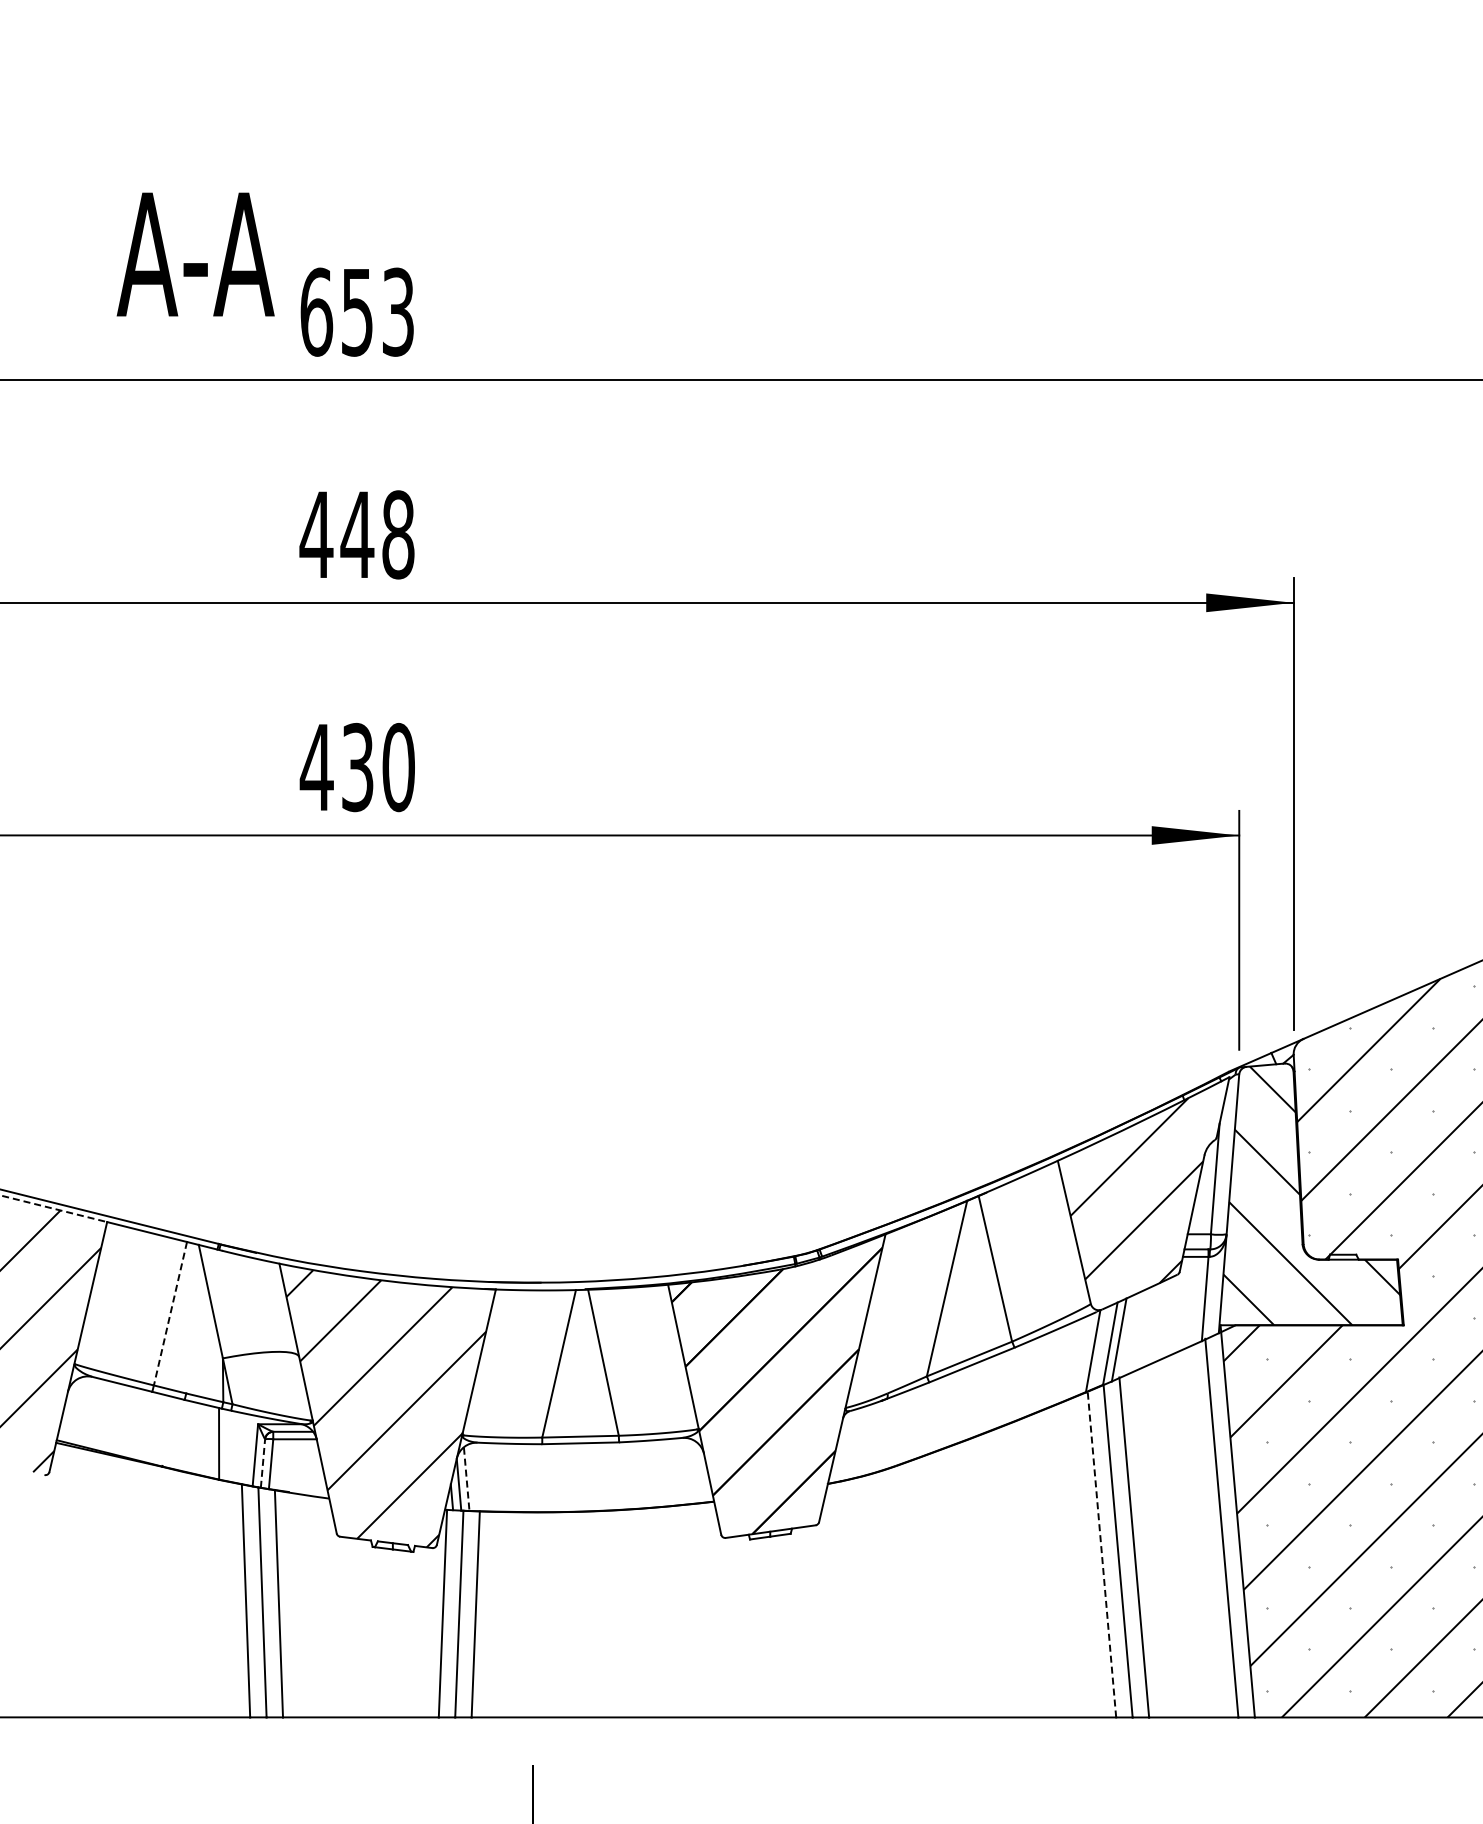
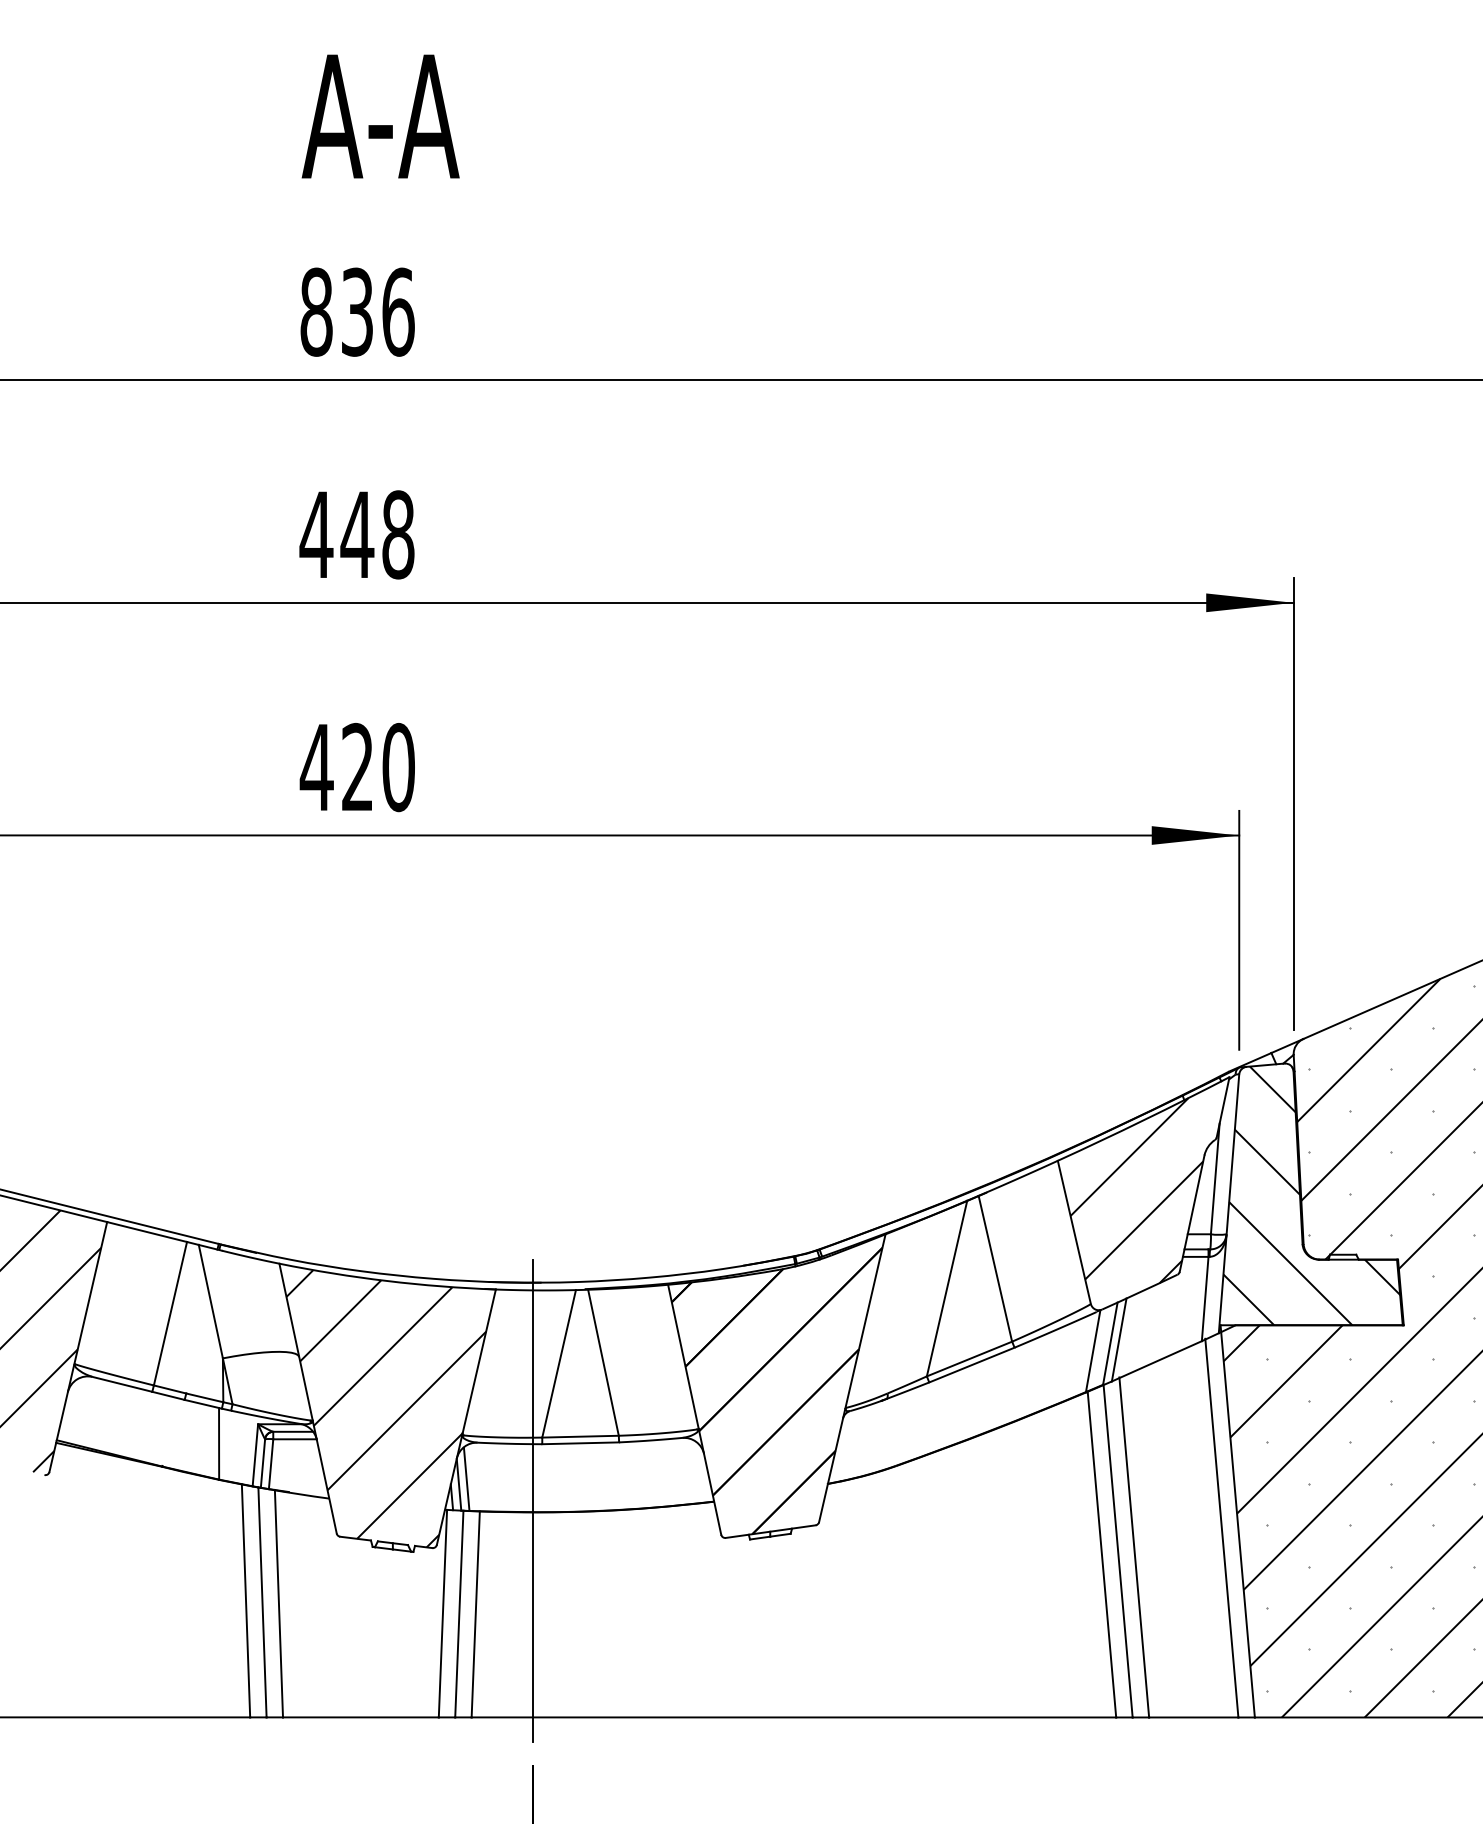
text at (195, 254) position: (195, 254) -> (380, 116)
text at (357, 311): 653 -> 836
text at (357, 767): 430 -> 420
line at (54, 1208): dashed -> solid
line at (170, 1313): dashed -> solid
line at (263, 1463): dashed -> solid
line at (466, 1479): dashed -> solid
line at (533, 1500): none -> present
line at (1101, 1554): dashed -> solid
